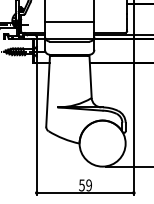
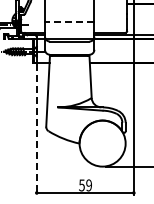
line at (69, 21): solid -> dashed
line at (36, 130): solid -> dashed
